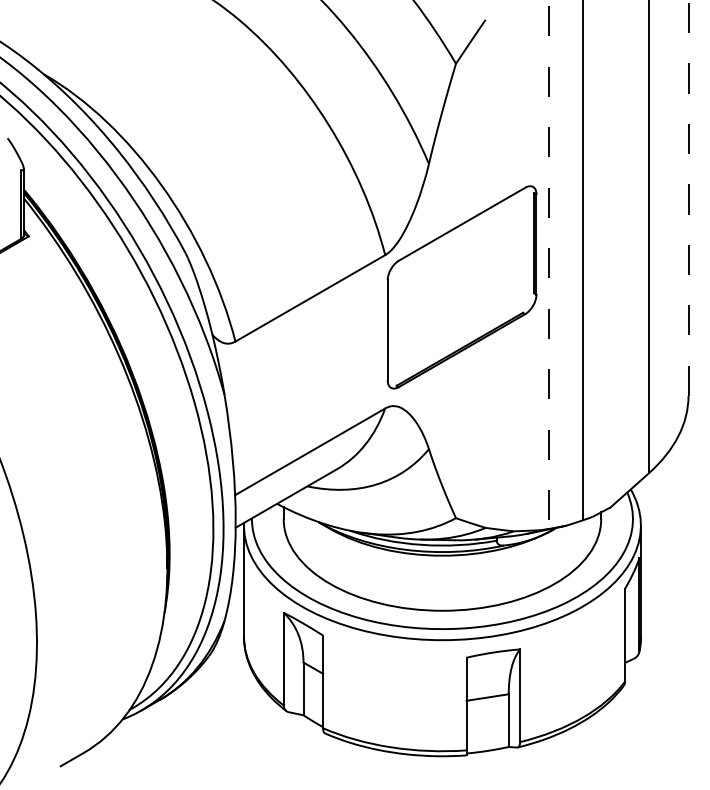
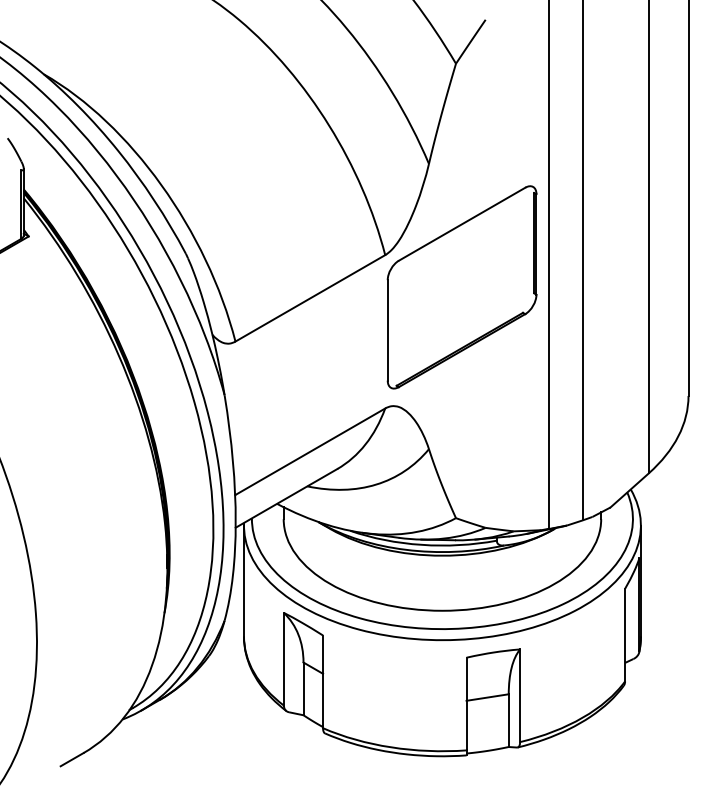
line at (688, 198): dashed -> solid
line at (549, 265): dashed -> solid
